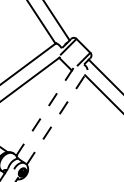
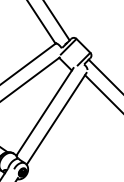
line at (44, 112): dashed -> solid
line at (56, 118): dashed -> solid
